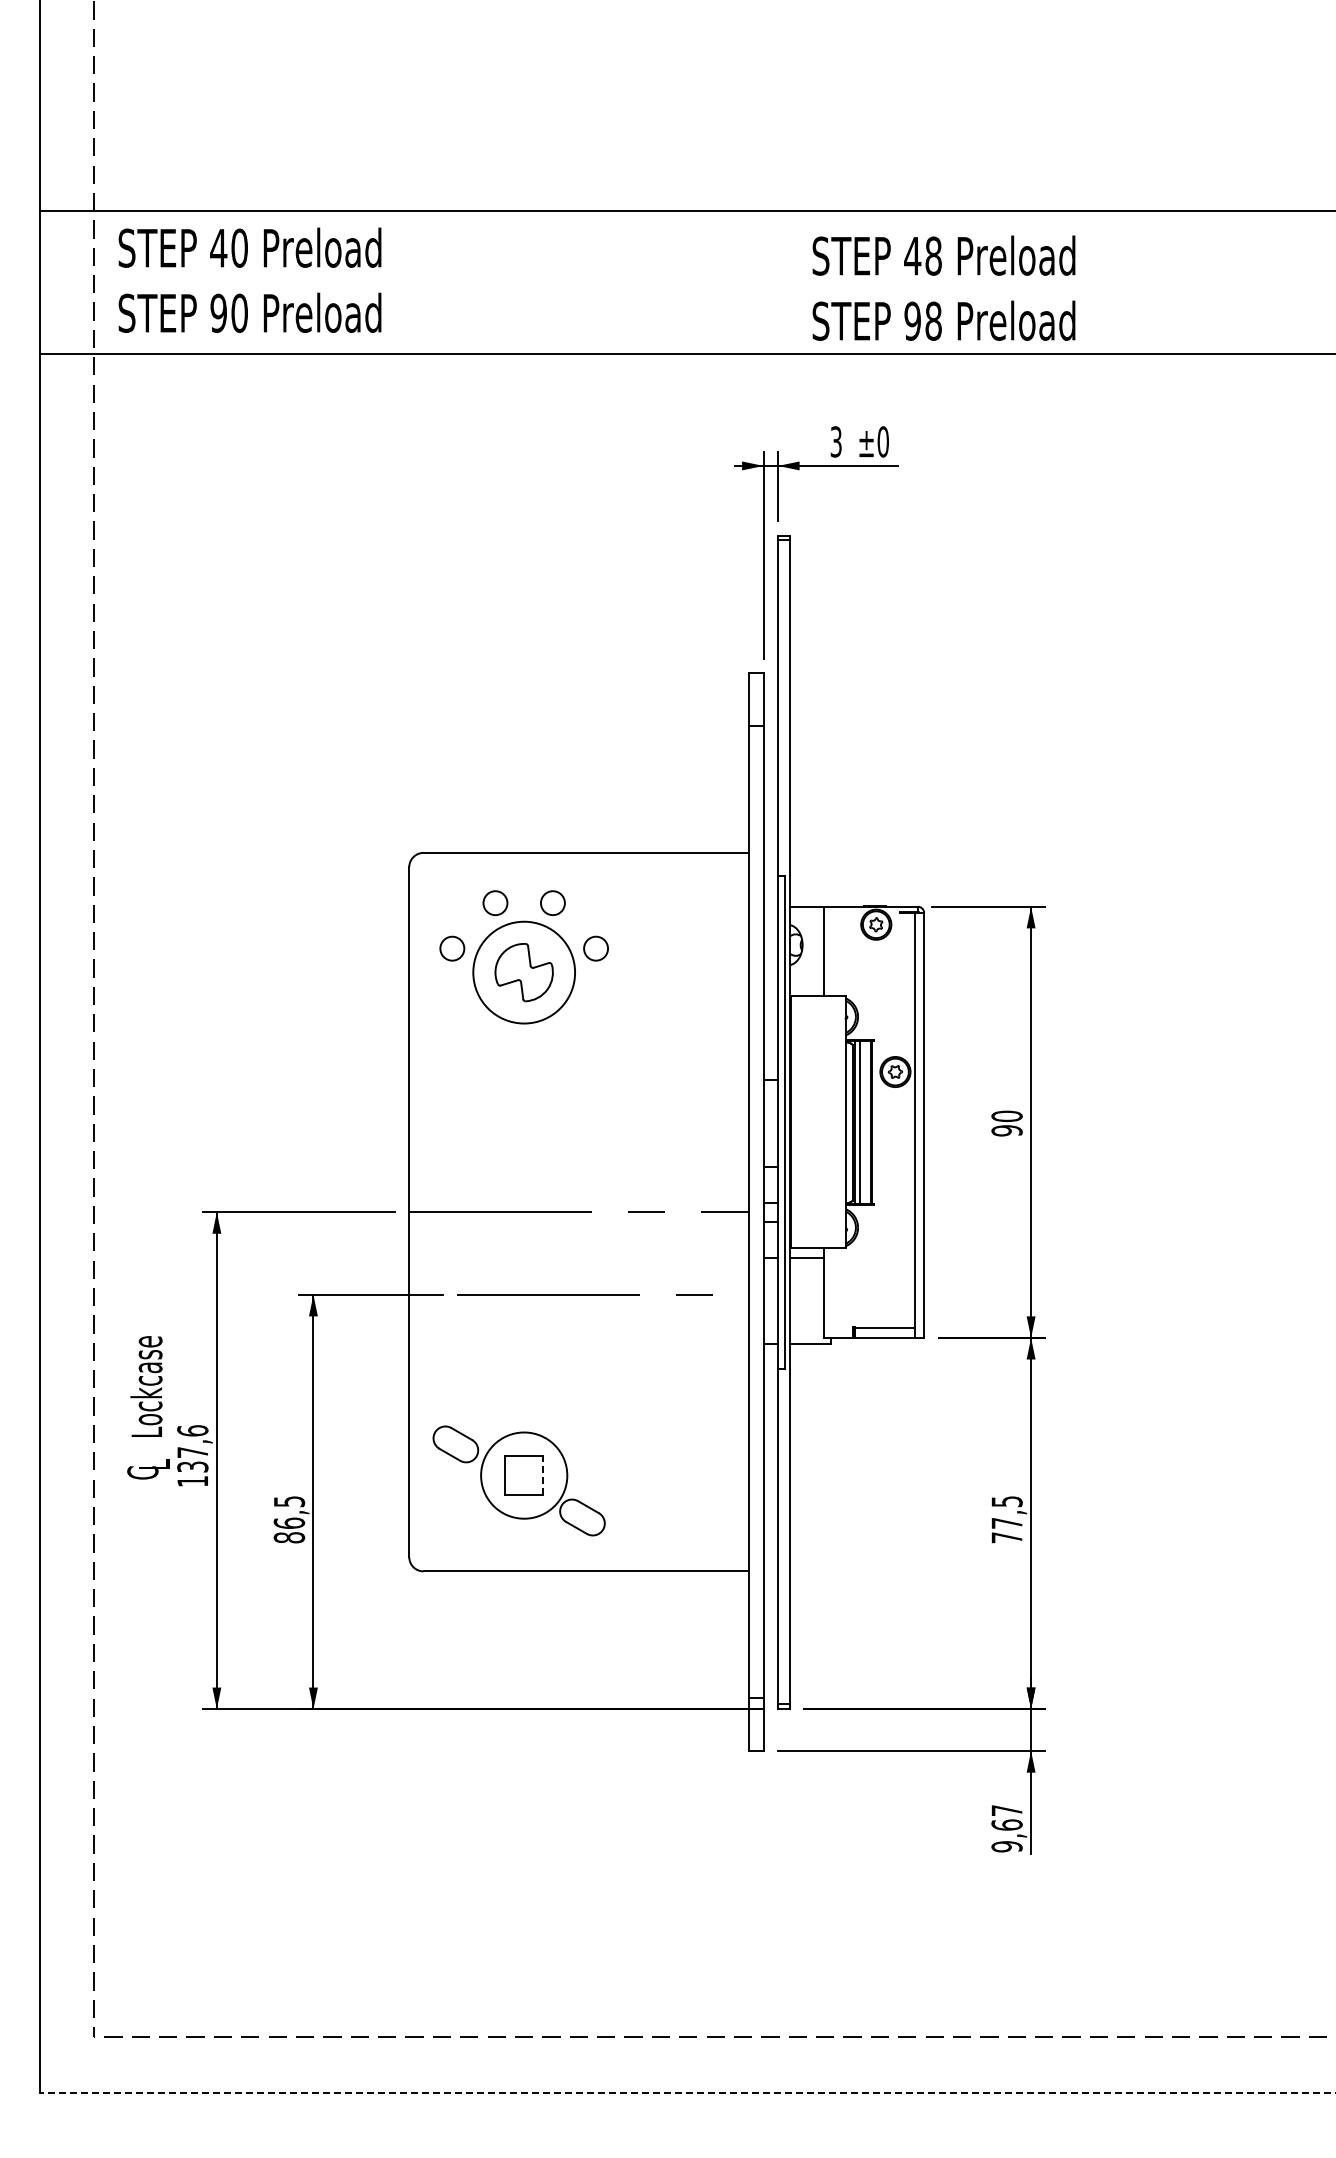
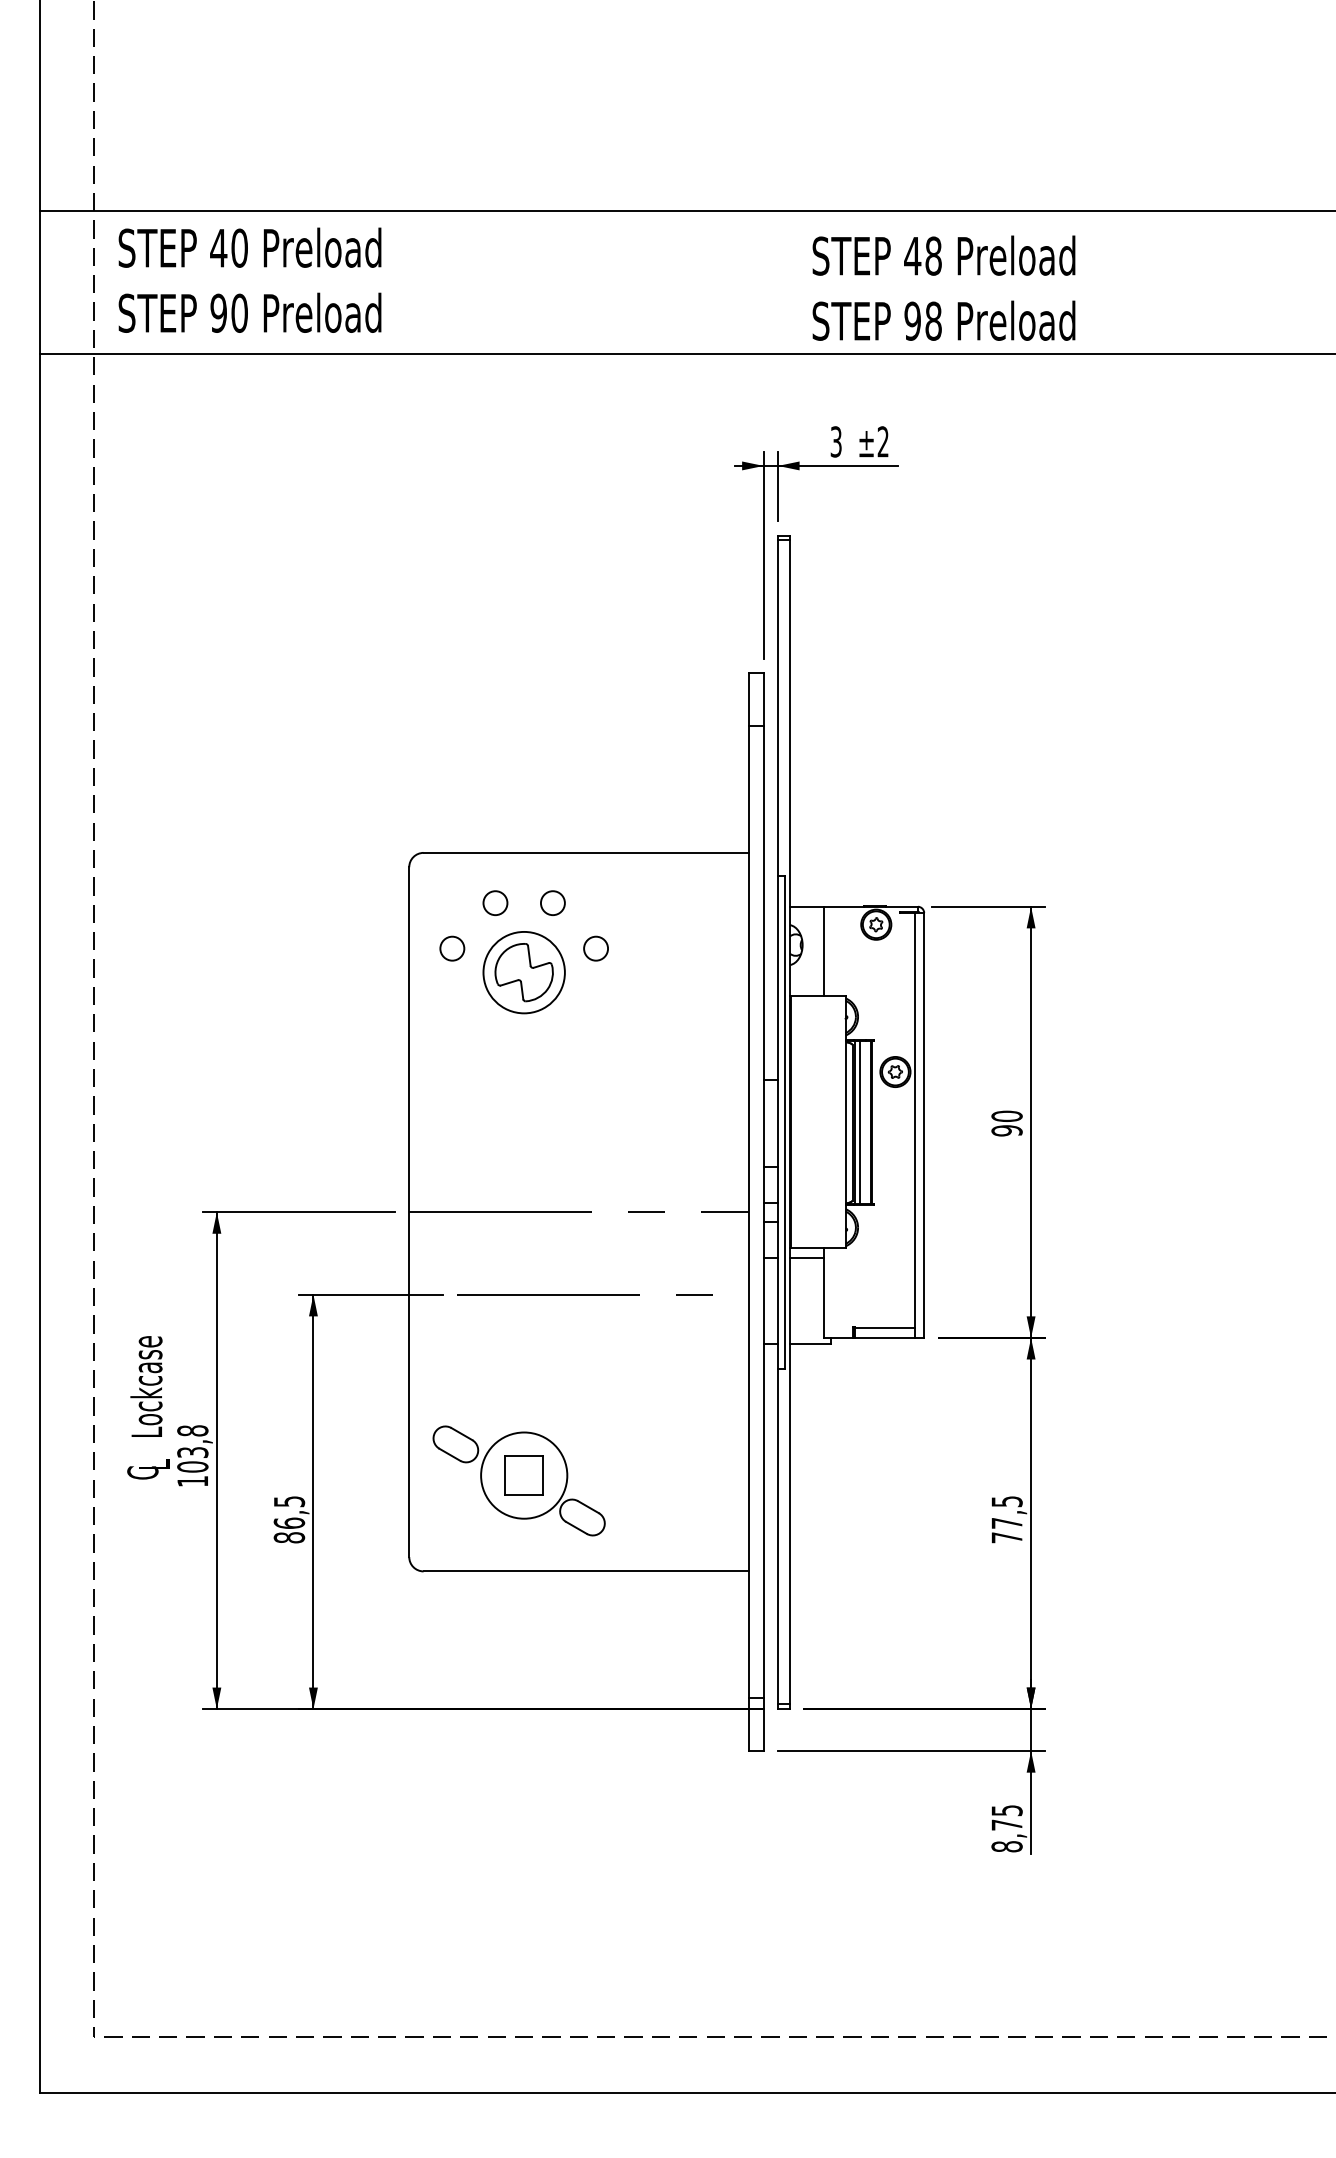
text at (882, 441): ±0 -> ±2
circle at (524, 972) diameter: 102 px -> 81 px
text at (192, 1448): 137,6 -> 103,8
line at (543, 1475): dashed -> solid
text at (1006, 1828): 9,67 -> 8,75
line at (687, 2093): dashed -> solid
